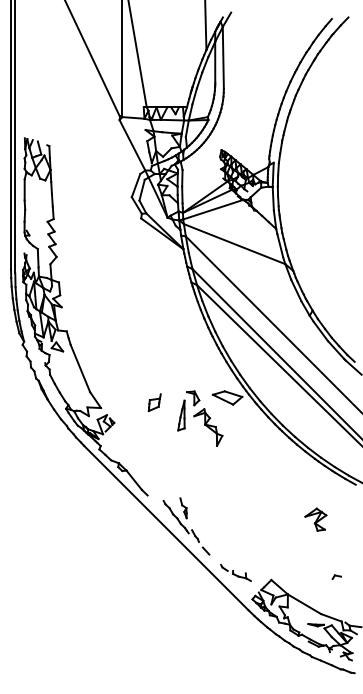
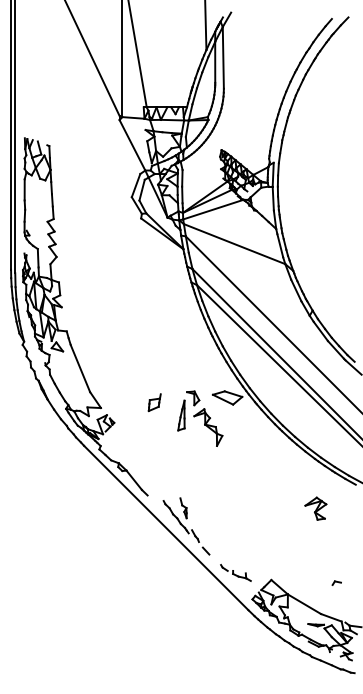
part at (315, 519) position: (315, 519) -> (315, 508)
part at (336, 576) position: (336, 576) -> (336, 582)
